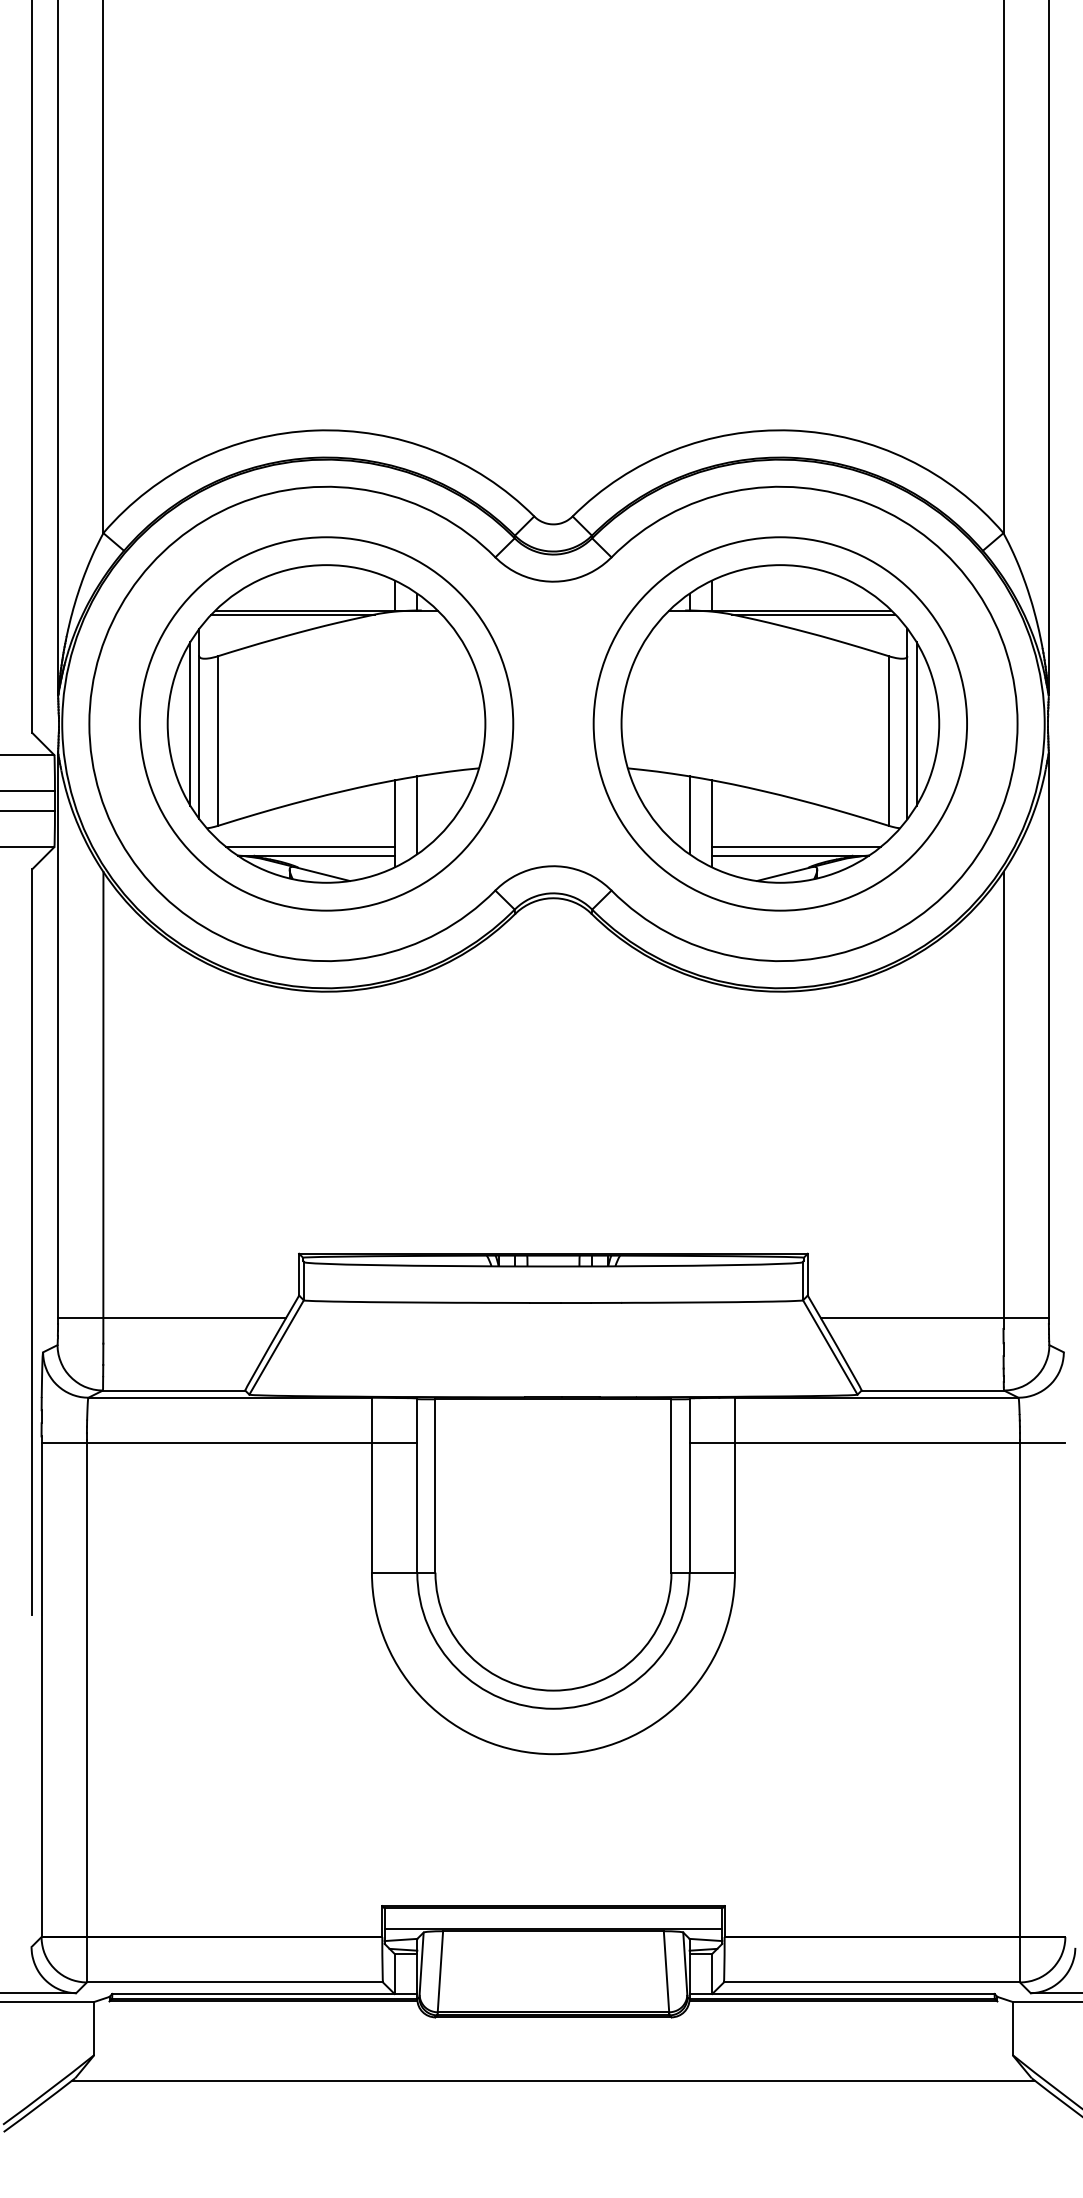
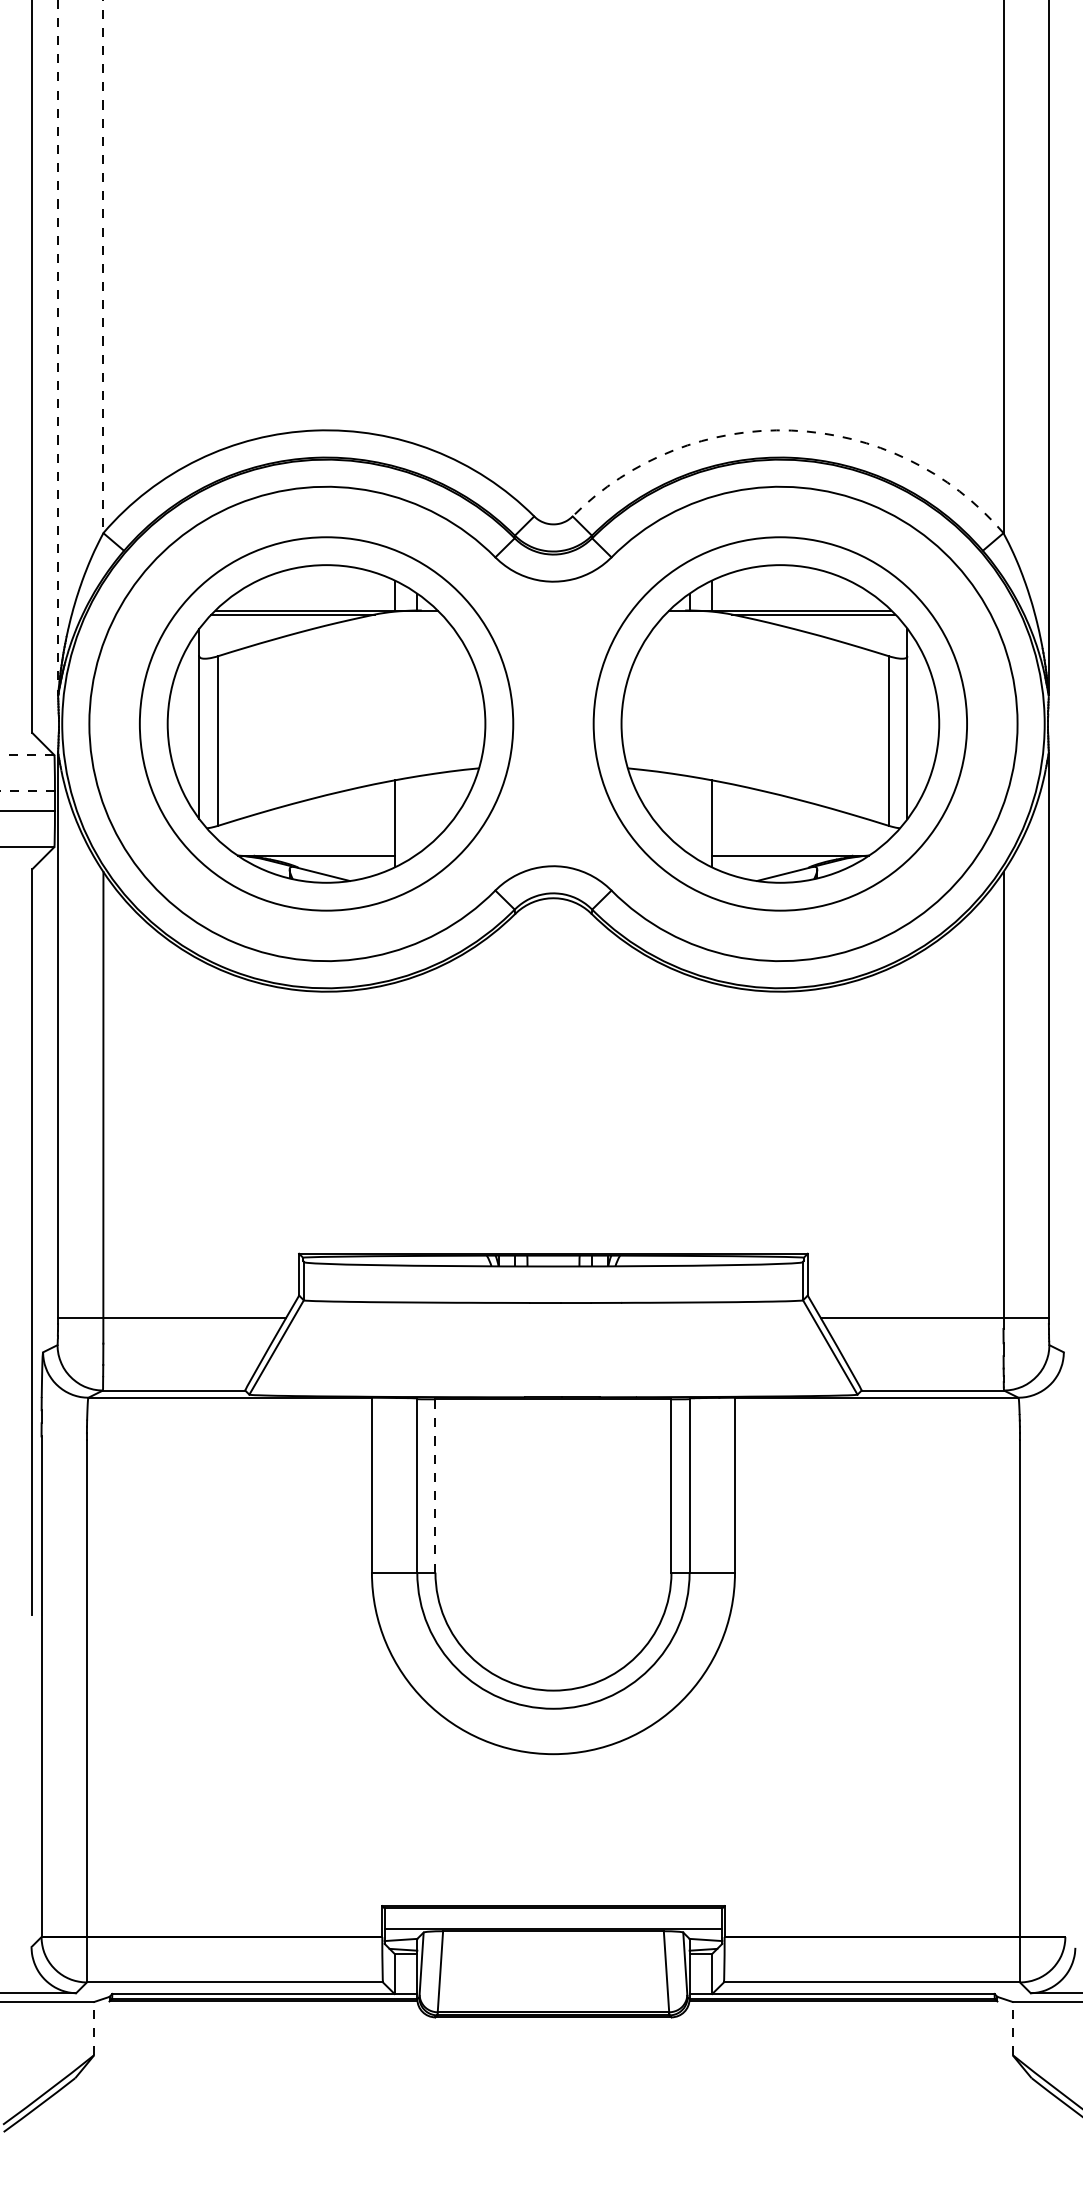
line at (103, 267): solid -> dashed
line at (58, 347): solid -> dashed
arc at (791, 430): solid -> dashed
line at (190, 723): present -> none
line at (916, 723): present -> none
line at (27, 755): solid -> dashed
line at (27, 791): solid -> dashed
line at (417, 815): present -> none
line at (689, 815): present -> none
line at (309, 846): present -> none
line at (796, 846): present -> none
line at (229, 1443): present -> none
line at (877, 1443): present -> none
line at (435, 1486): solid -> dashed
line at (94, 2028): solid -> dashed
line at (1012, 2028): solid -> dashed
line at (553, 2080): present -> none
